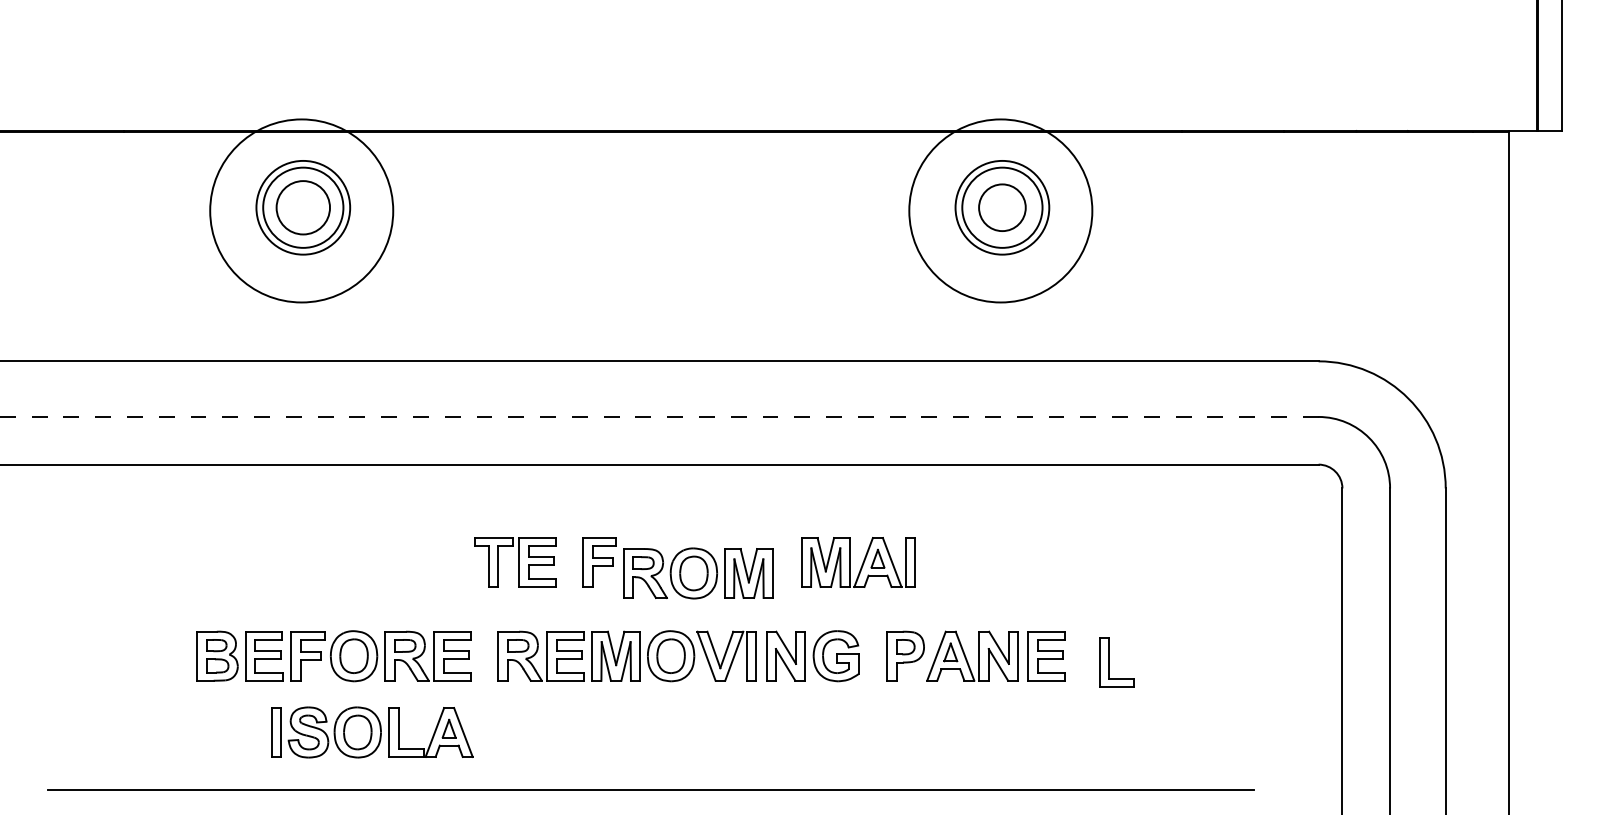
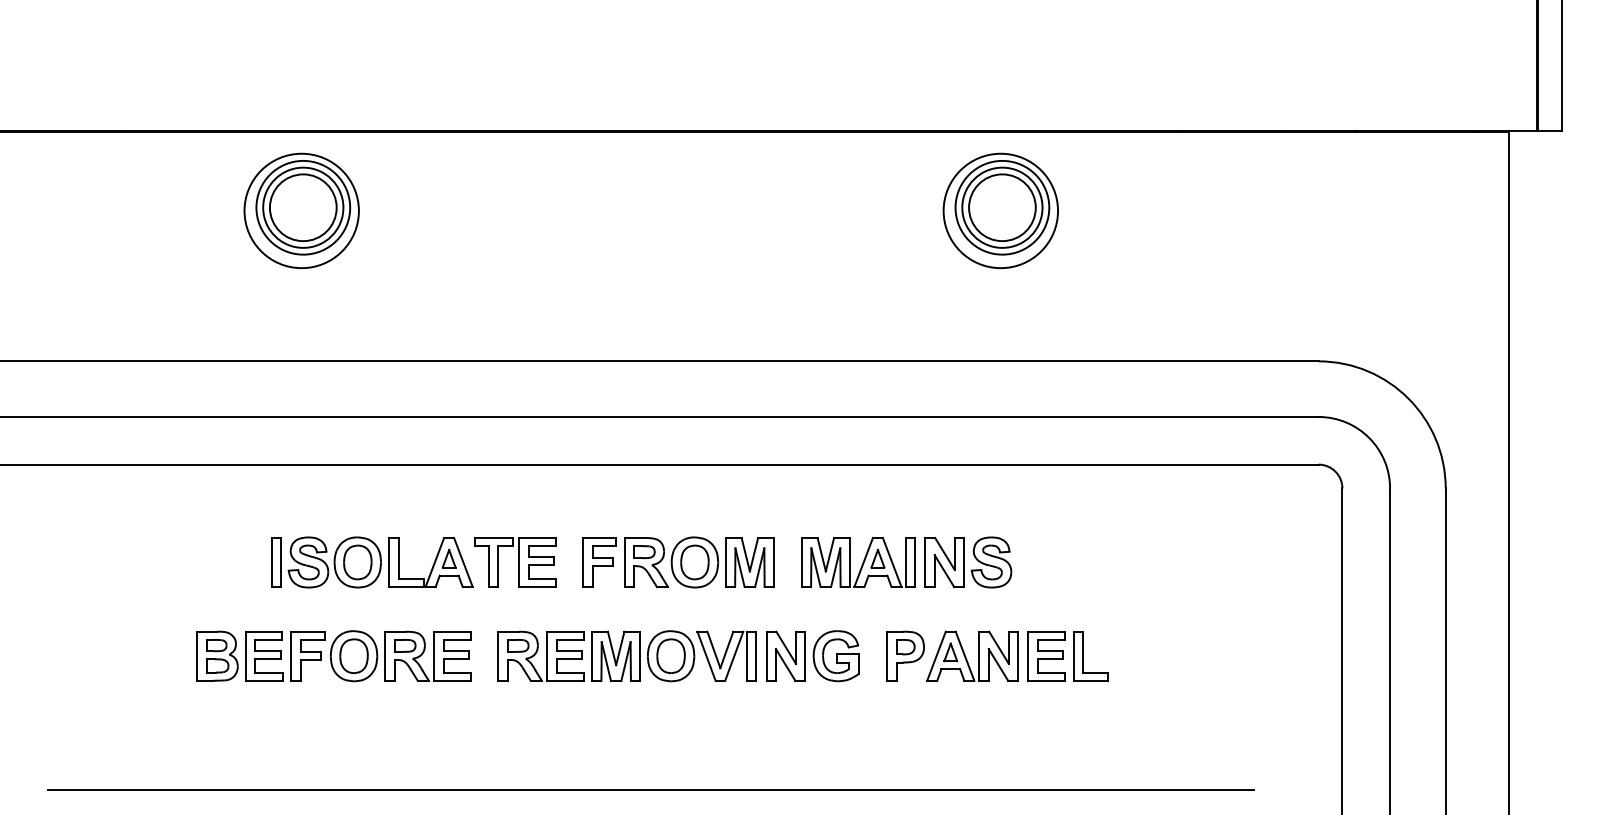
circle at (303, 207) diameter: 53 px -> 67 px
circle at (1002, 207) diameter: 47 px -> 67 px
circle at (301, 210) diameter: 183 px -> 114 px
circle at (1000, 210) diameter: 183 px -> 114 px
line at (659, 416): dashed -> solid
part at (968, 562): none -> present
part at (698, 573) position: (698, 573) -> (699, 562)
part at (1109, 662) position: (1109, 662) -> (1083, 656)
part at (372, 732) position: (372, 732) -> (372, 562)
